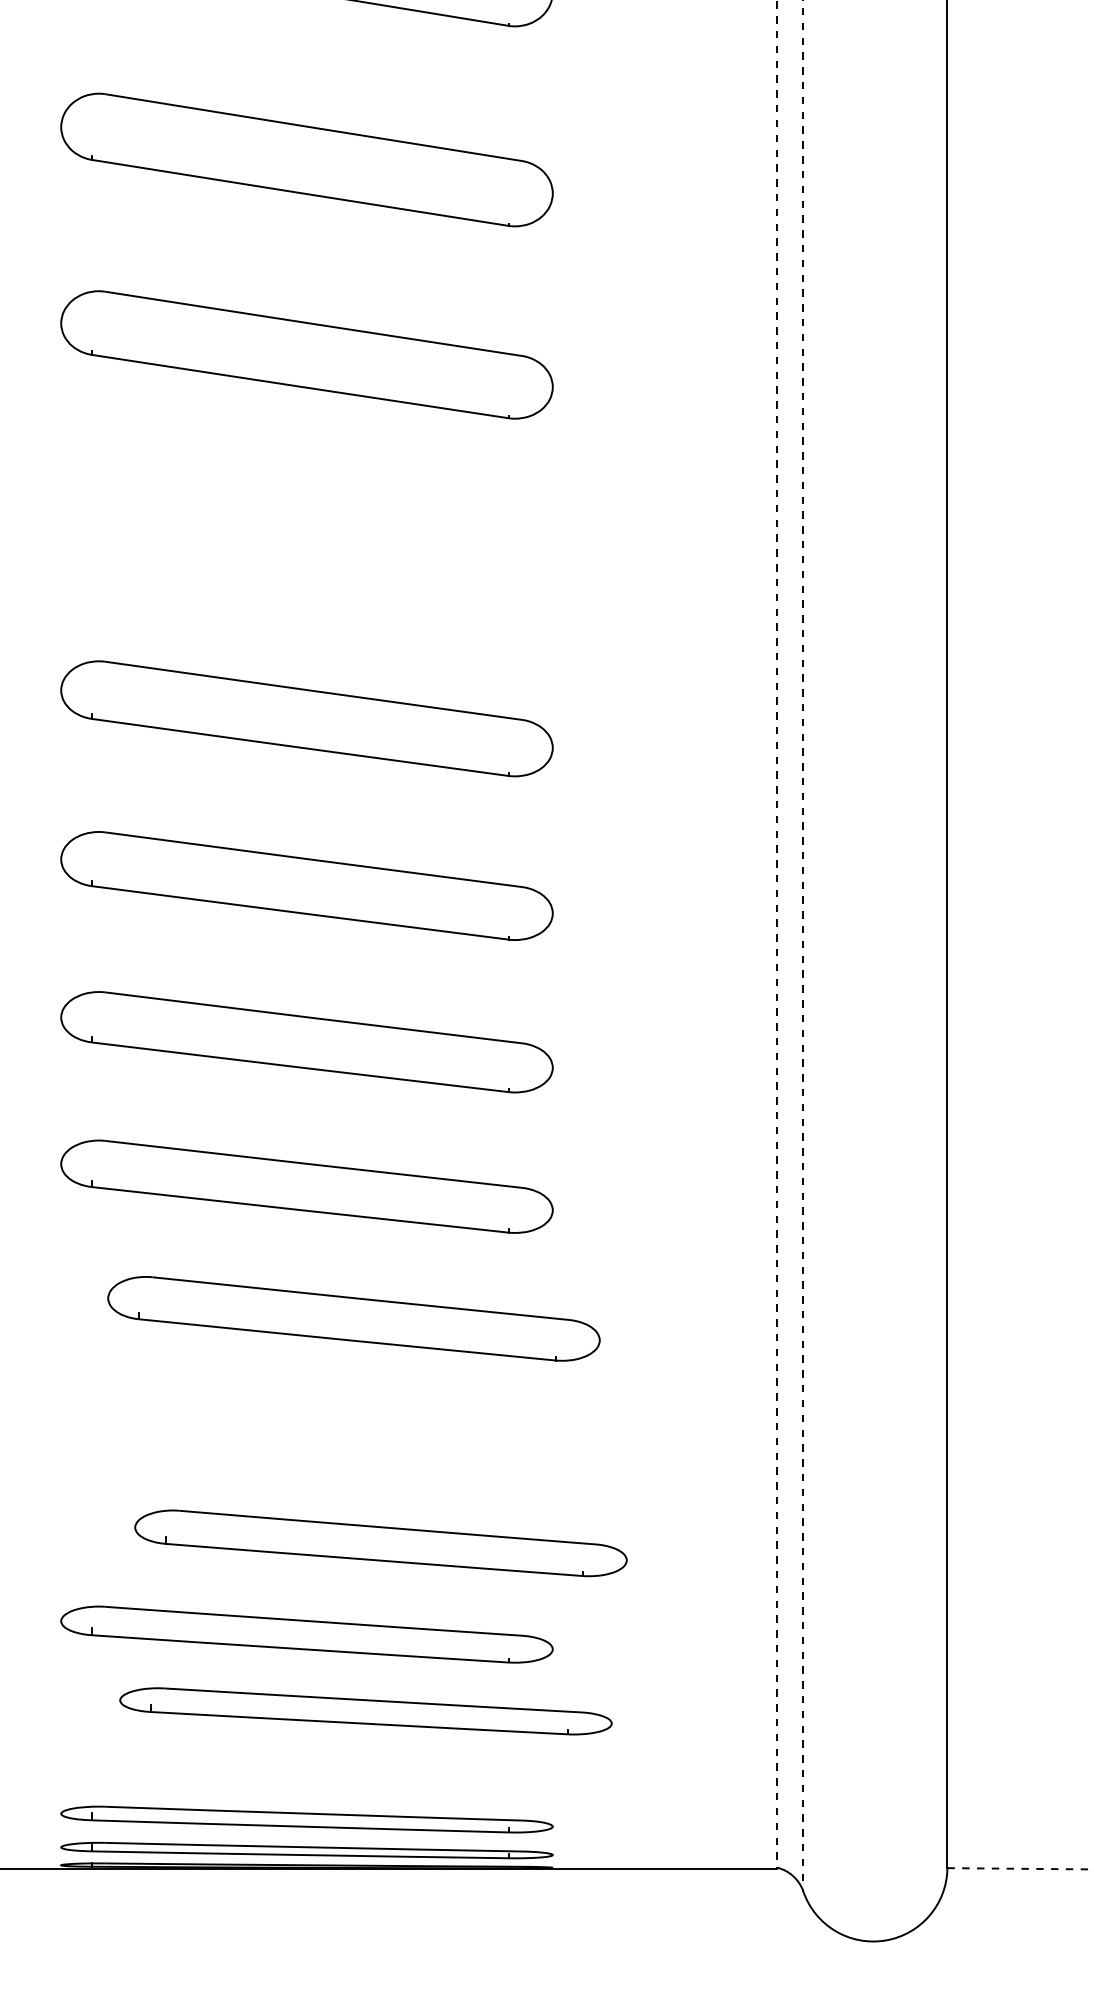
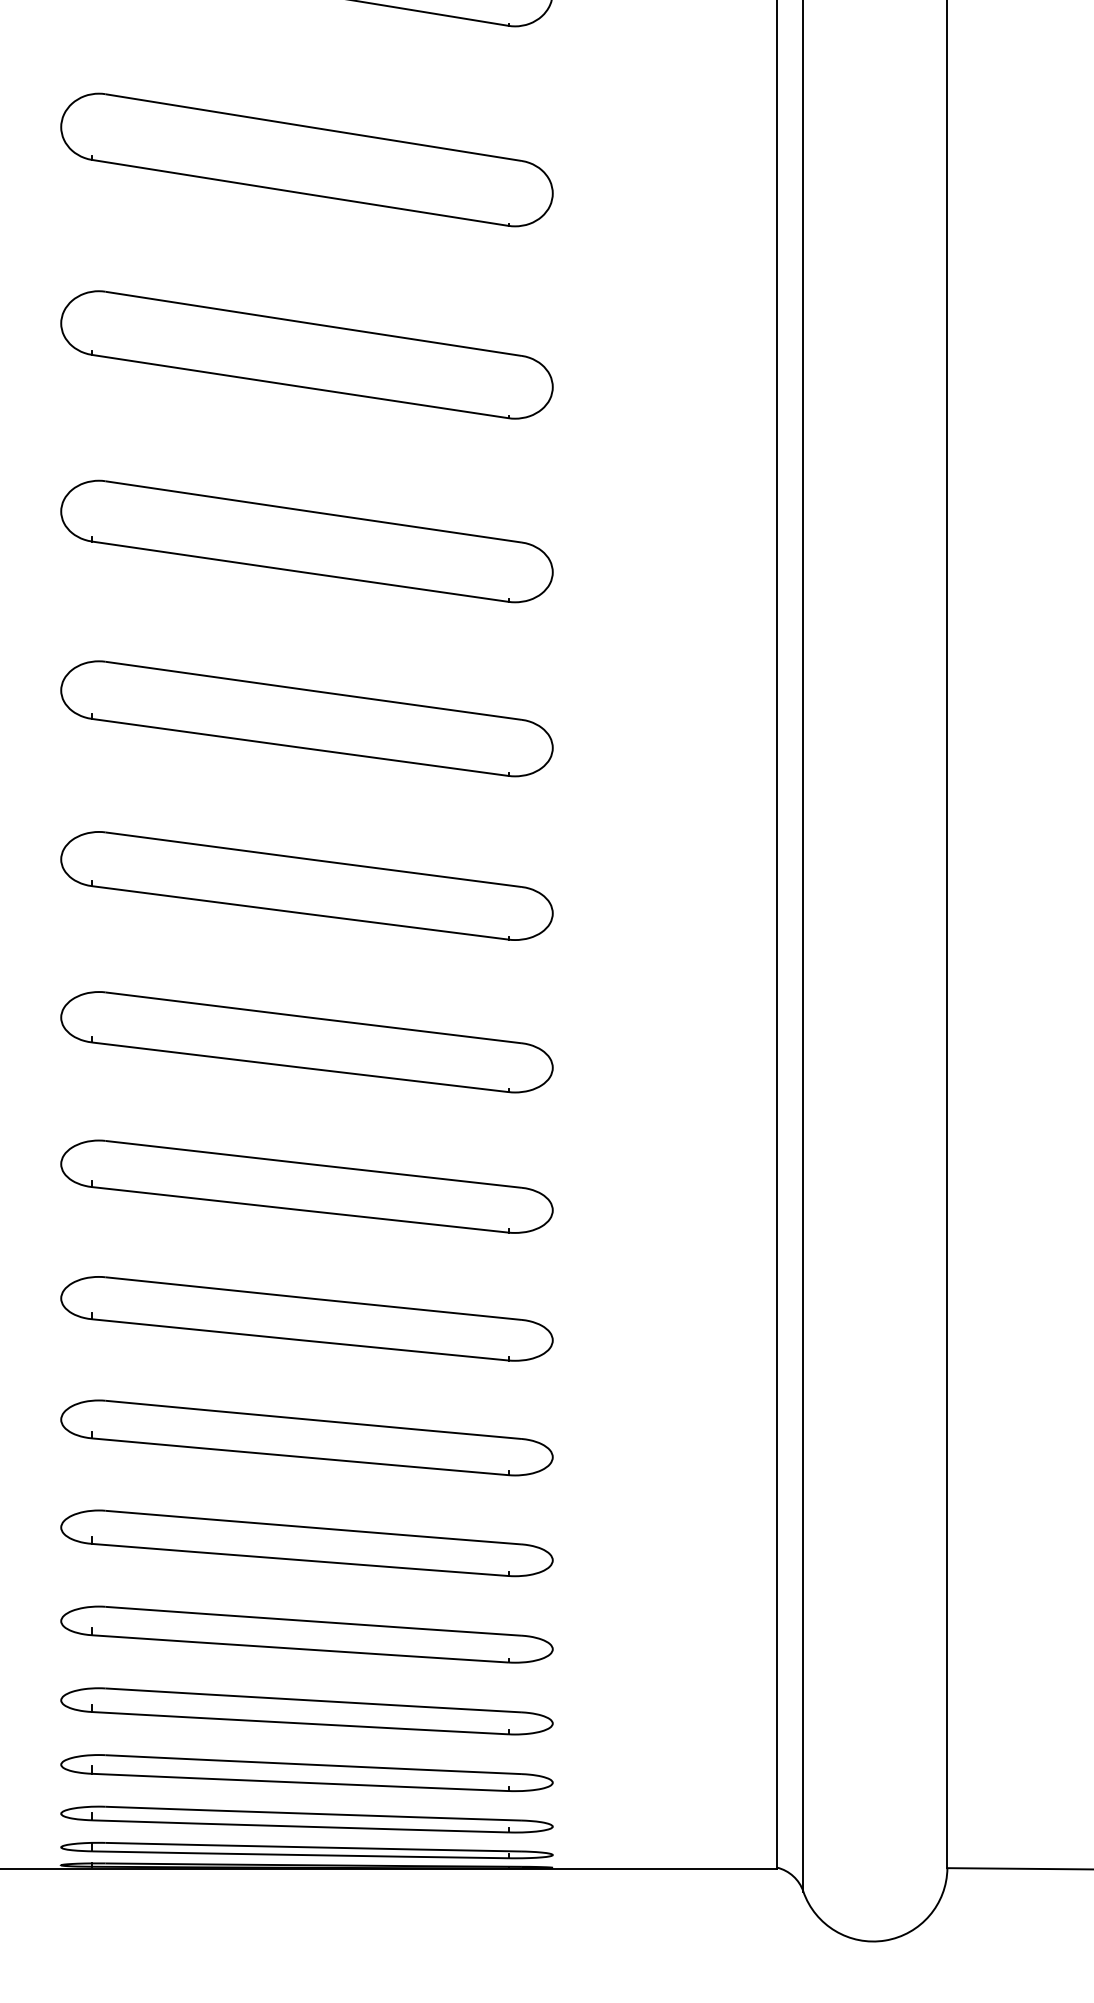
part at (306, 541): none -> present
line at (777, 935): dashed -> solid
line at (803, 946): dashed -> solid
part at (353, 1318) position: (353, 1318) -> (306, 1318)
part at (306, 1437): none -> present
part at (380, 1543) position: (380, 1543) -> (306, 1543)
part at (365, 1711) position: (365, 1711) -> (306, 1711)
part at (306, 1772): none -> present
line at (1020, 1868): dashed -> solid
